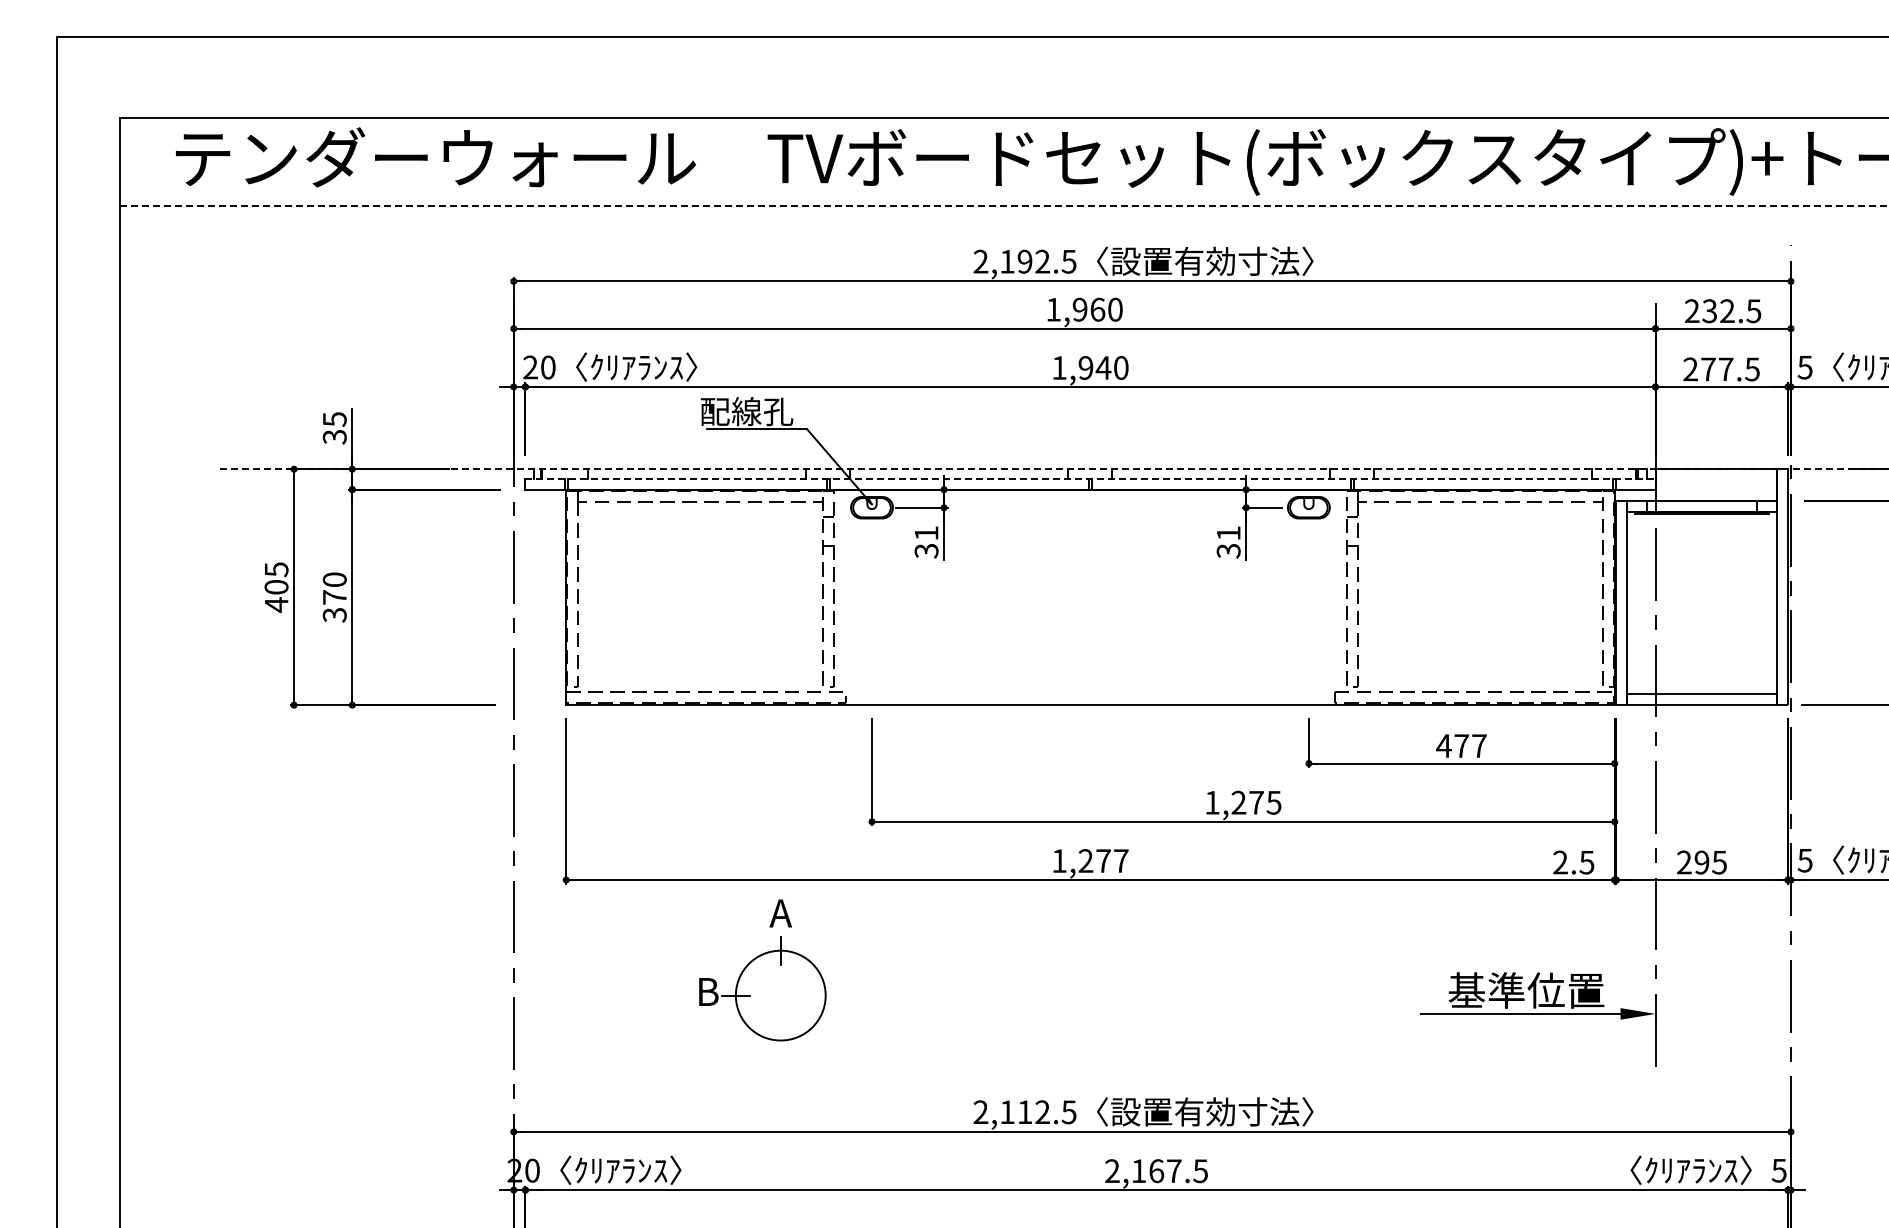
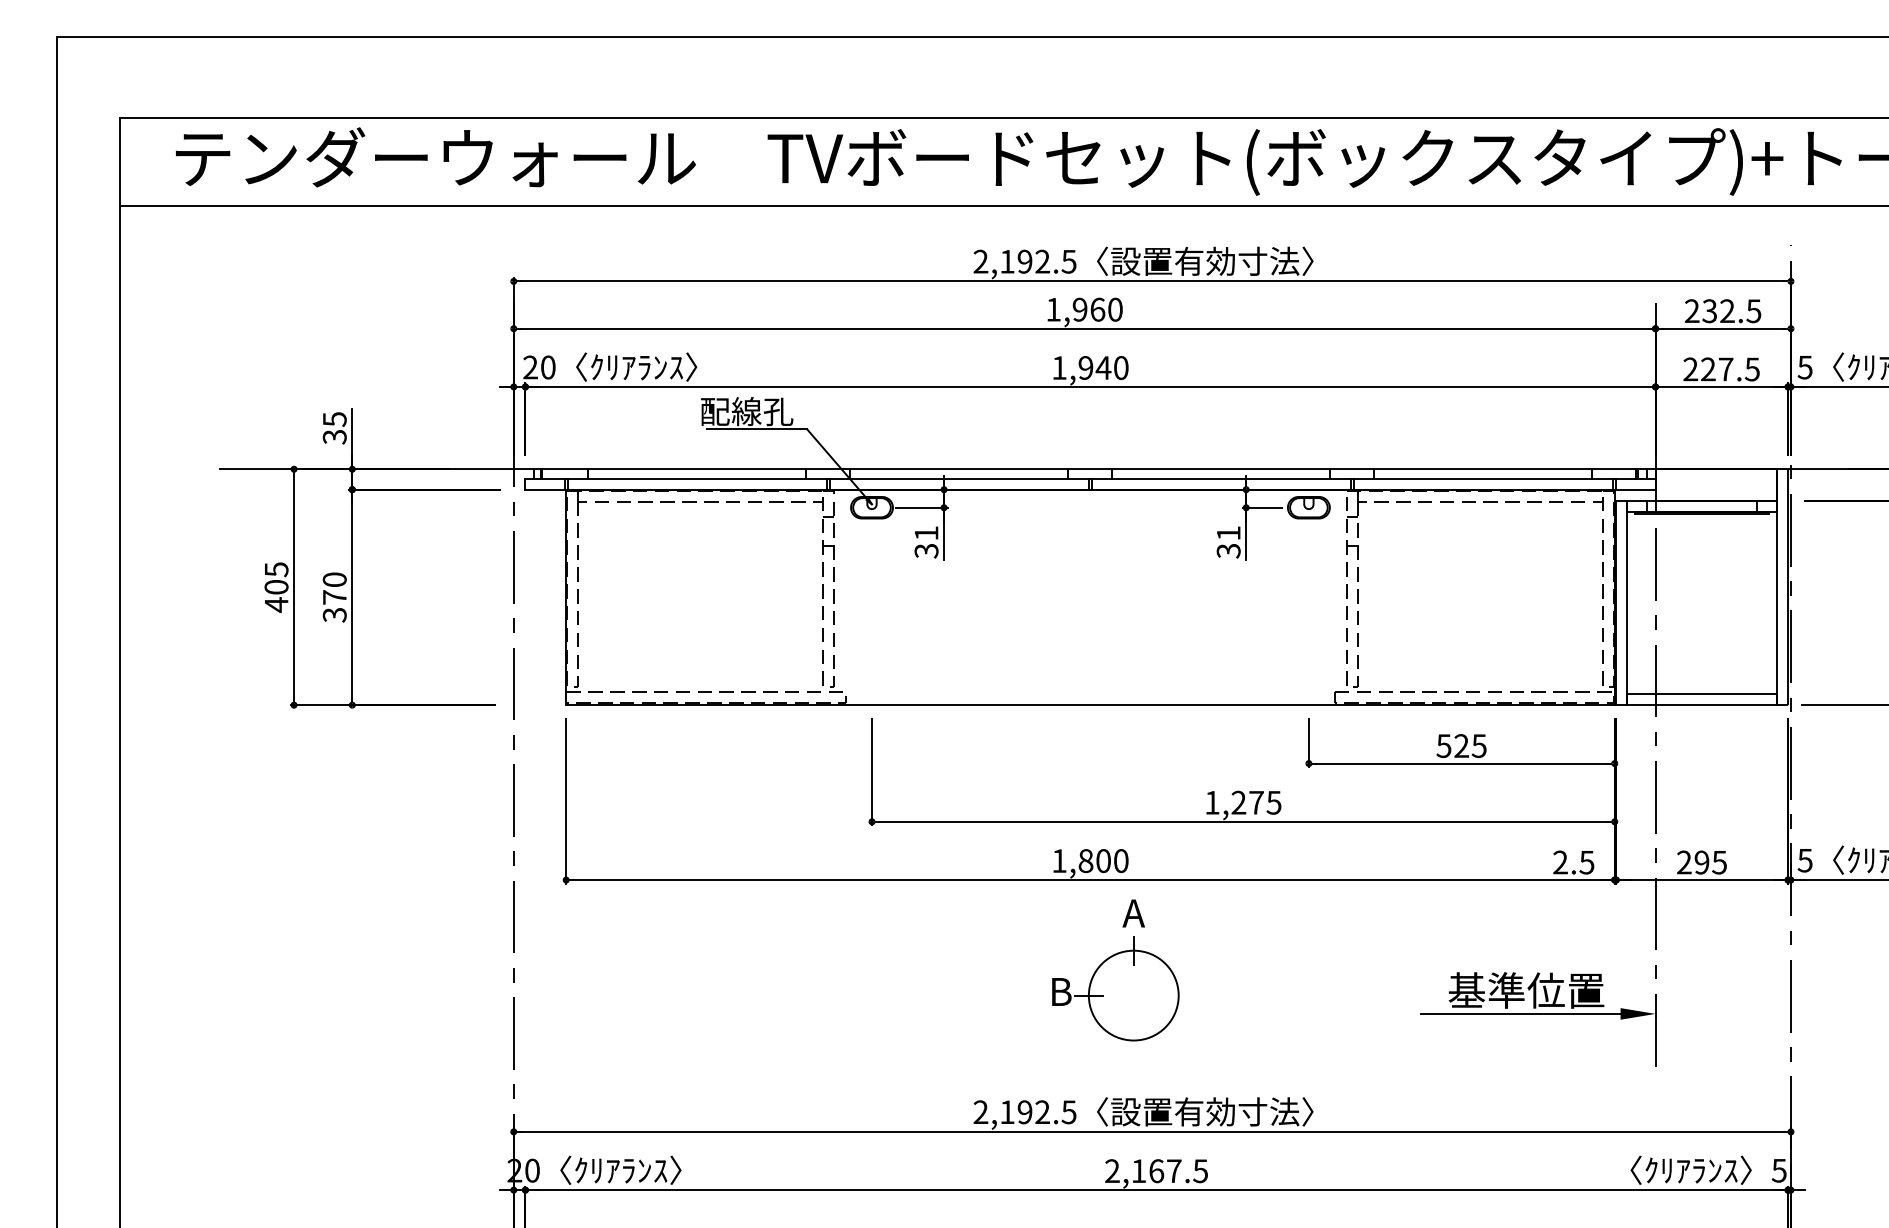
line at (1004, 206): dashed -> solid
text at (1708, 369): 277.5 -> 227.5
line at (1055, 469): dashed -> solid
line at (1090, 478): dashed -> solid
text at (1461, 746): 477 -> 525
text at (1103, 861): 1,277 -> 1,800
part at (762, 970) position: (762, 970) -> (1115, 970)
text at (1024, 1112): 2,112.5 -> 2,192.5
